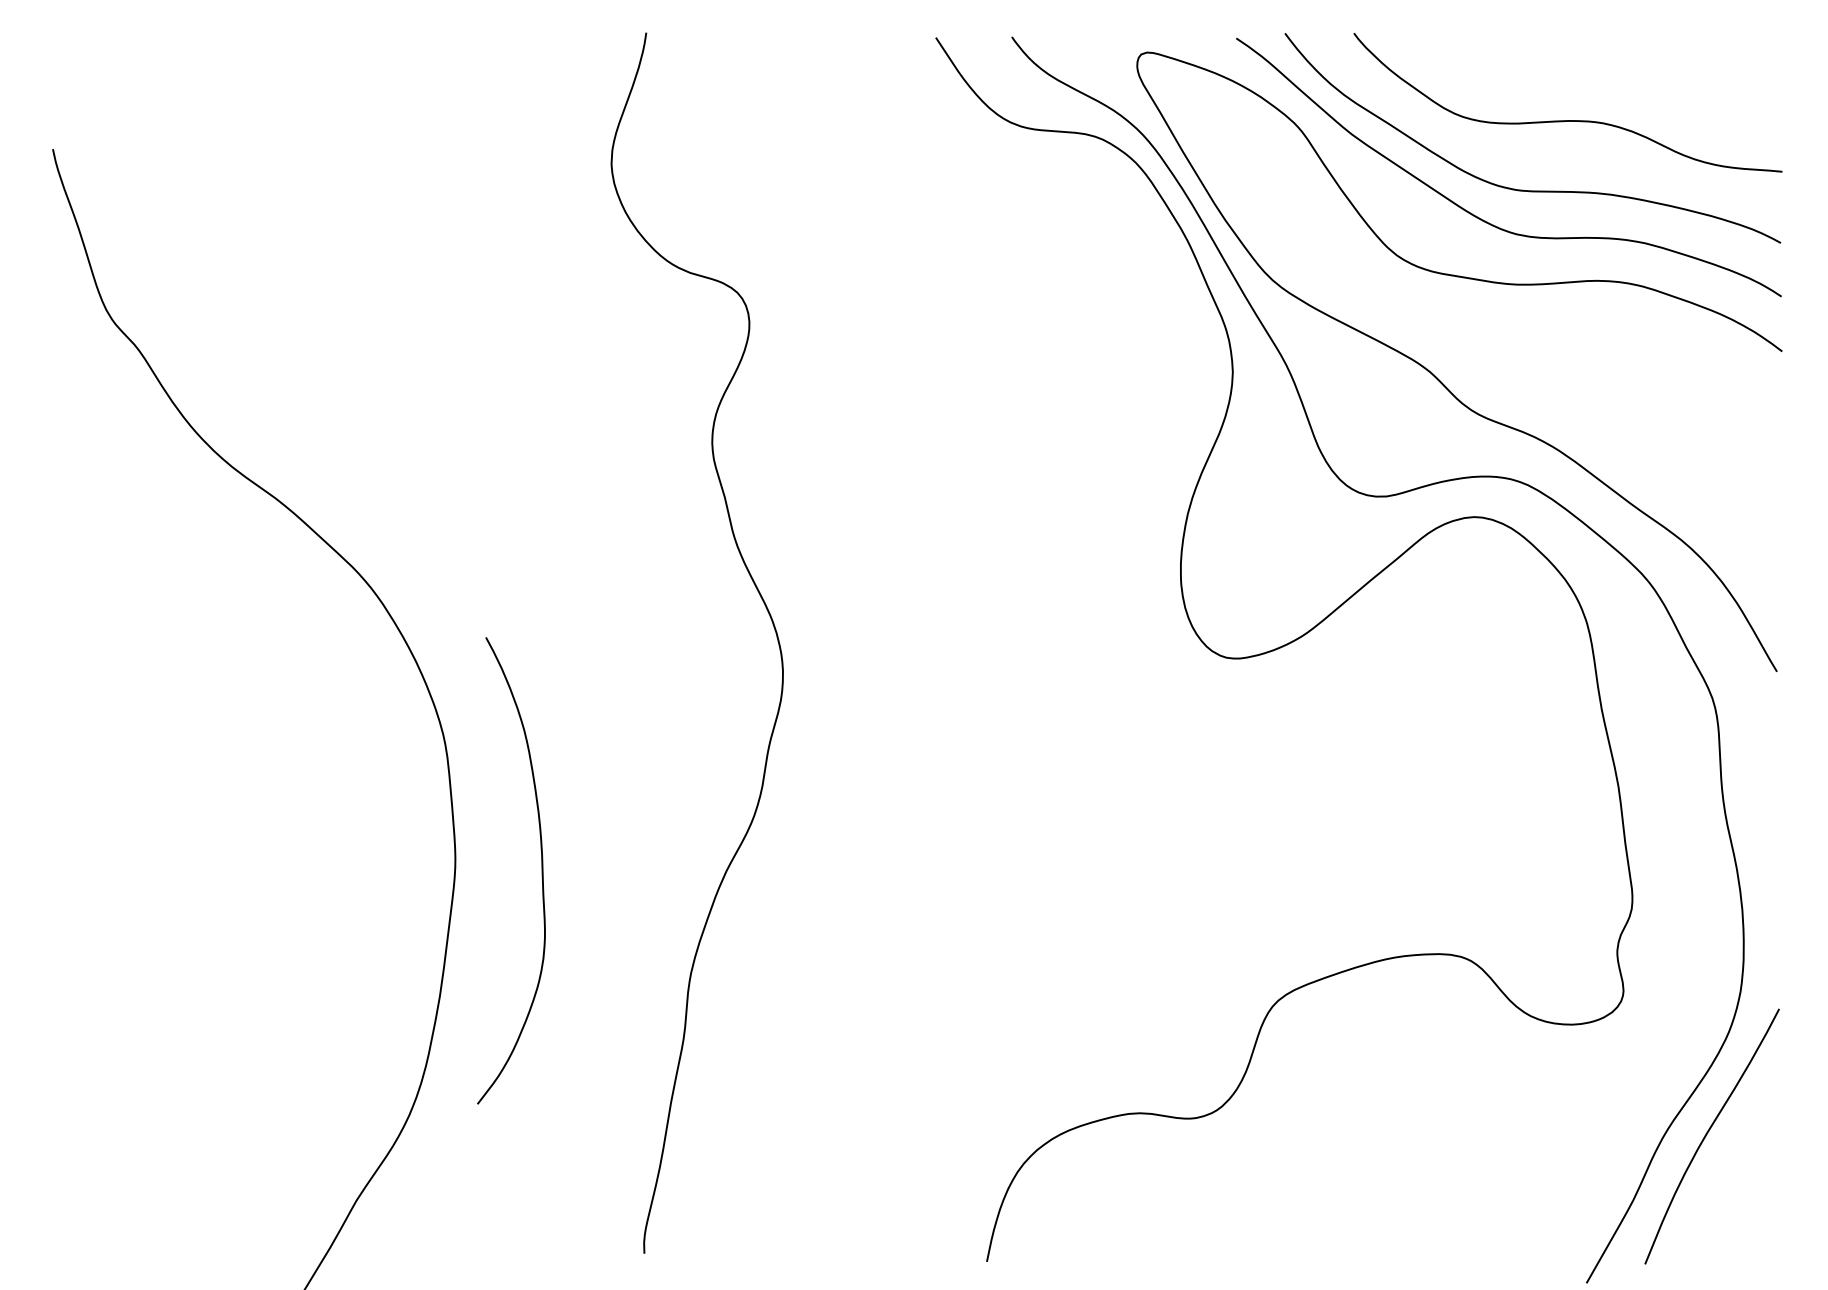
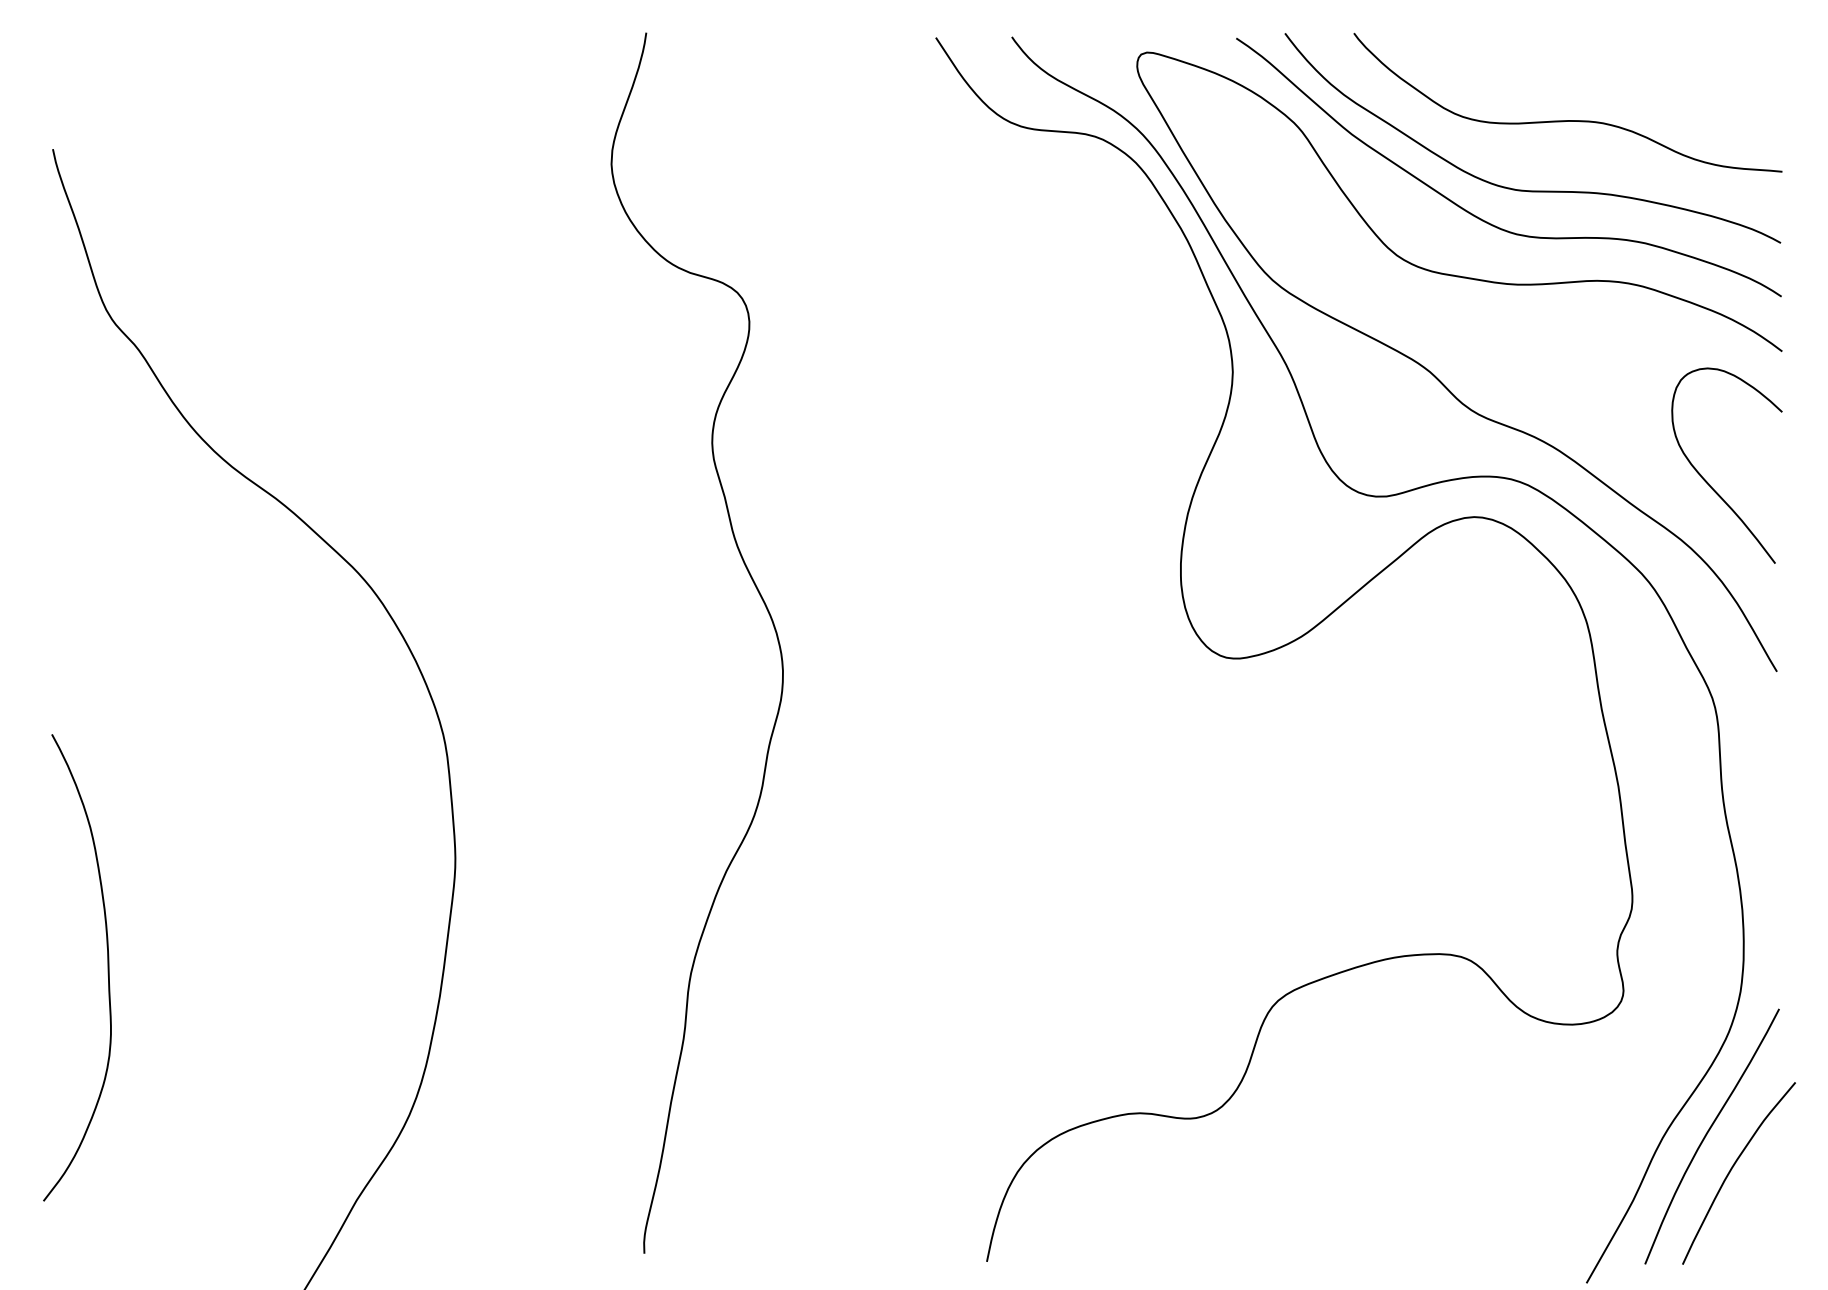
curve at (1708, 482): none -> present
curve at (541, 870) position: (541, 870) -> (107, 967)
curve at (1732, 1169): none -> present
